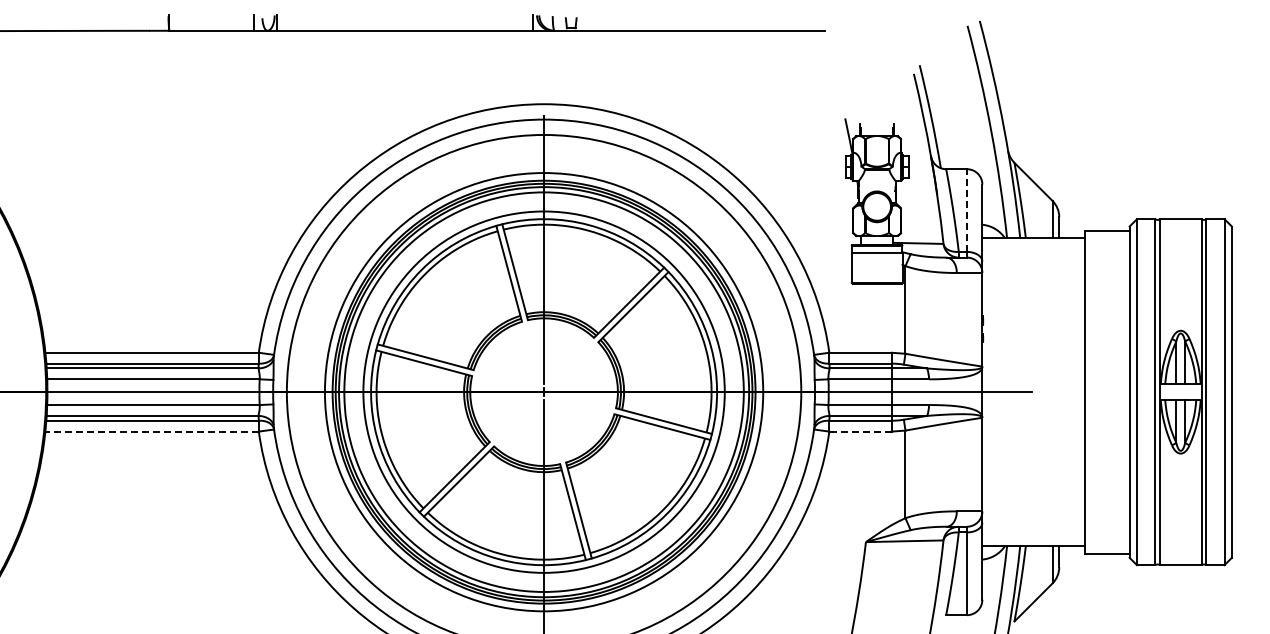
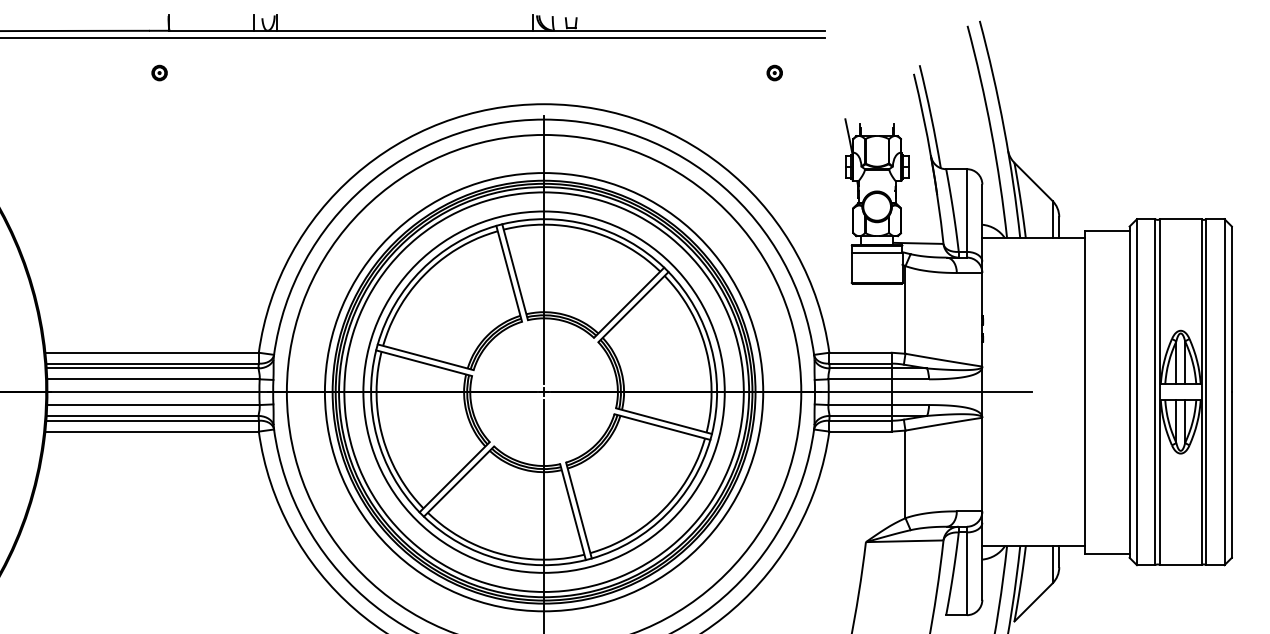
line at (413, 38): none -> present
part at (159, 72): none -> present
part at (774, 72): none -> present
line at (967, 210): dashed -> solid
line at (152, 431): dashed -> solid
line at (860, 431): dashed -> solid
